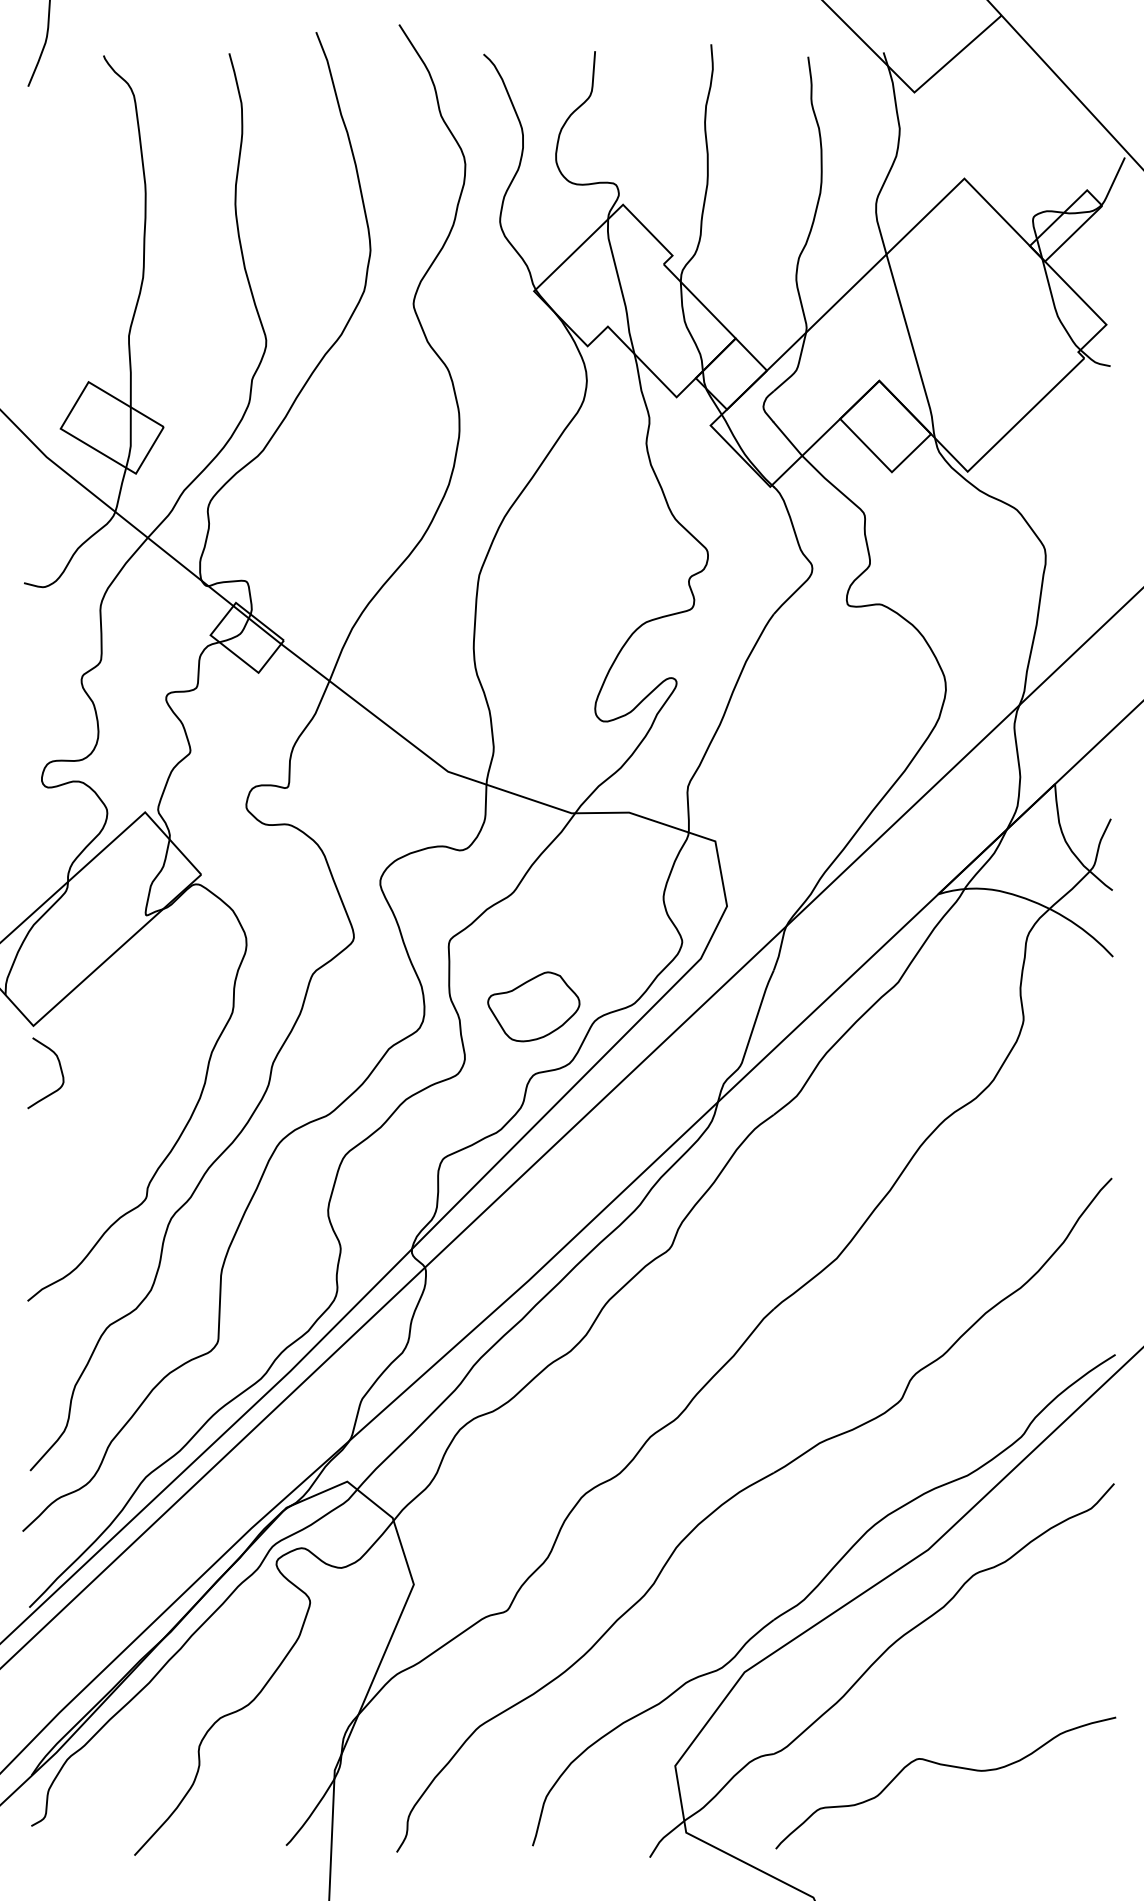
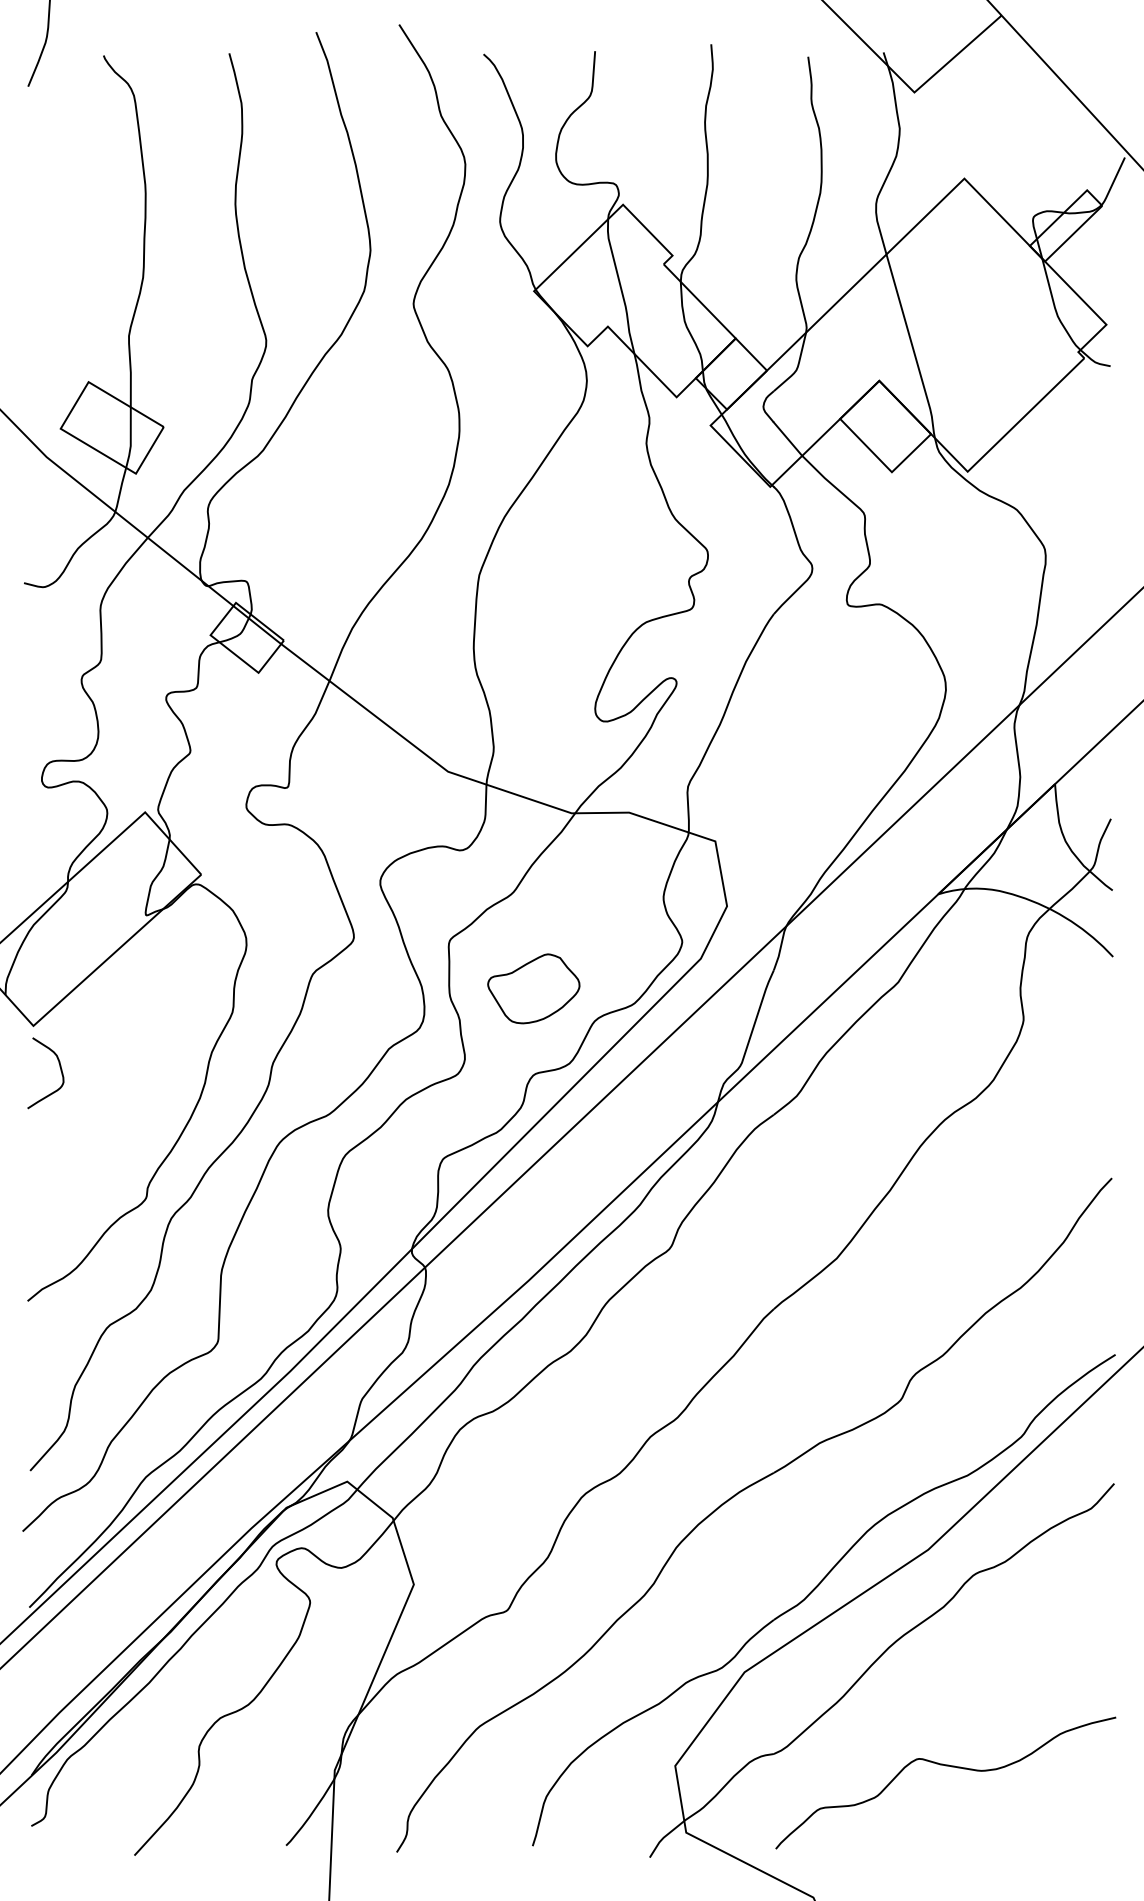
part at (533, 1006) position: (533, 1006) -> (533, 988)
